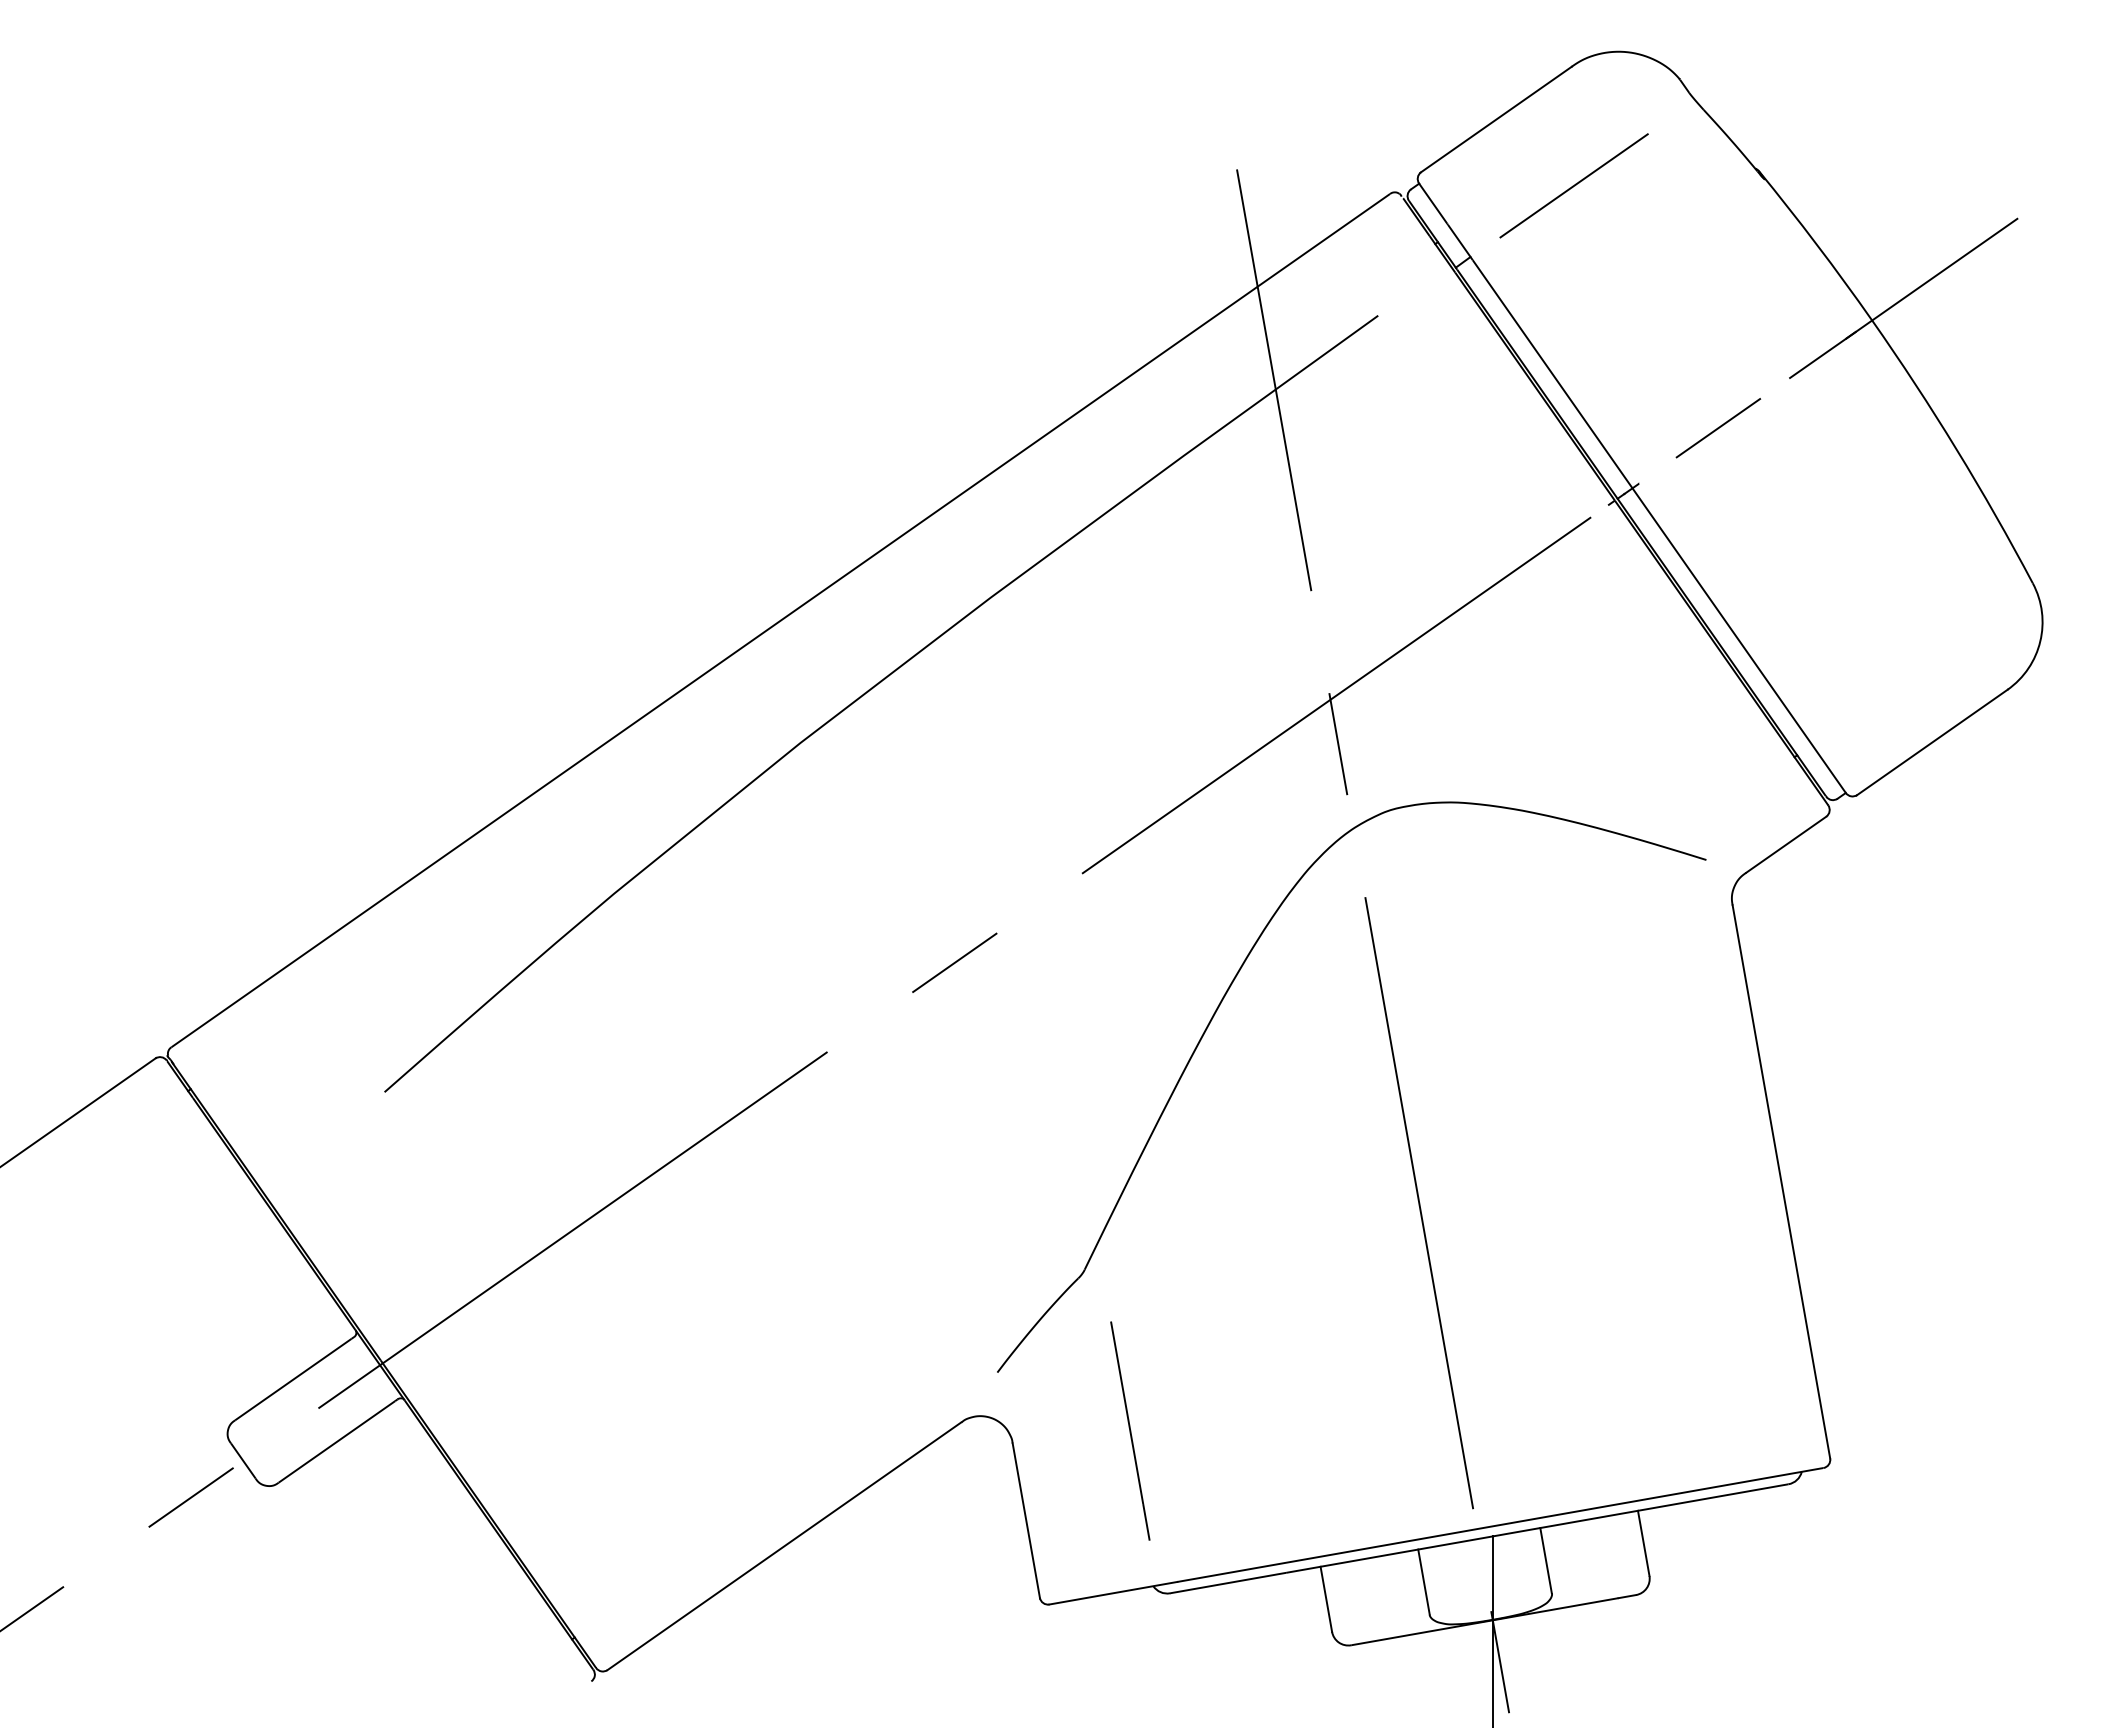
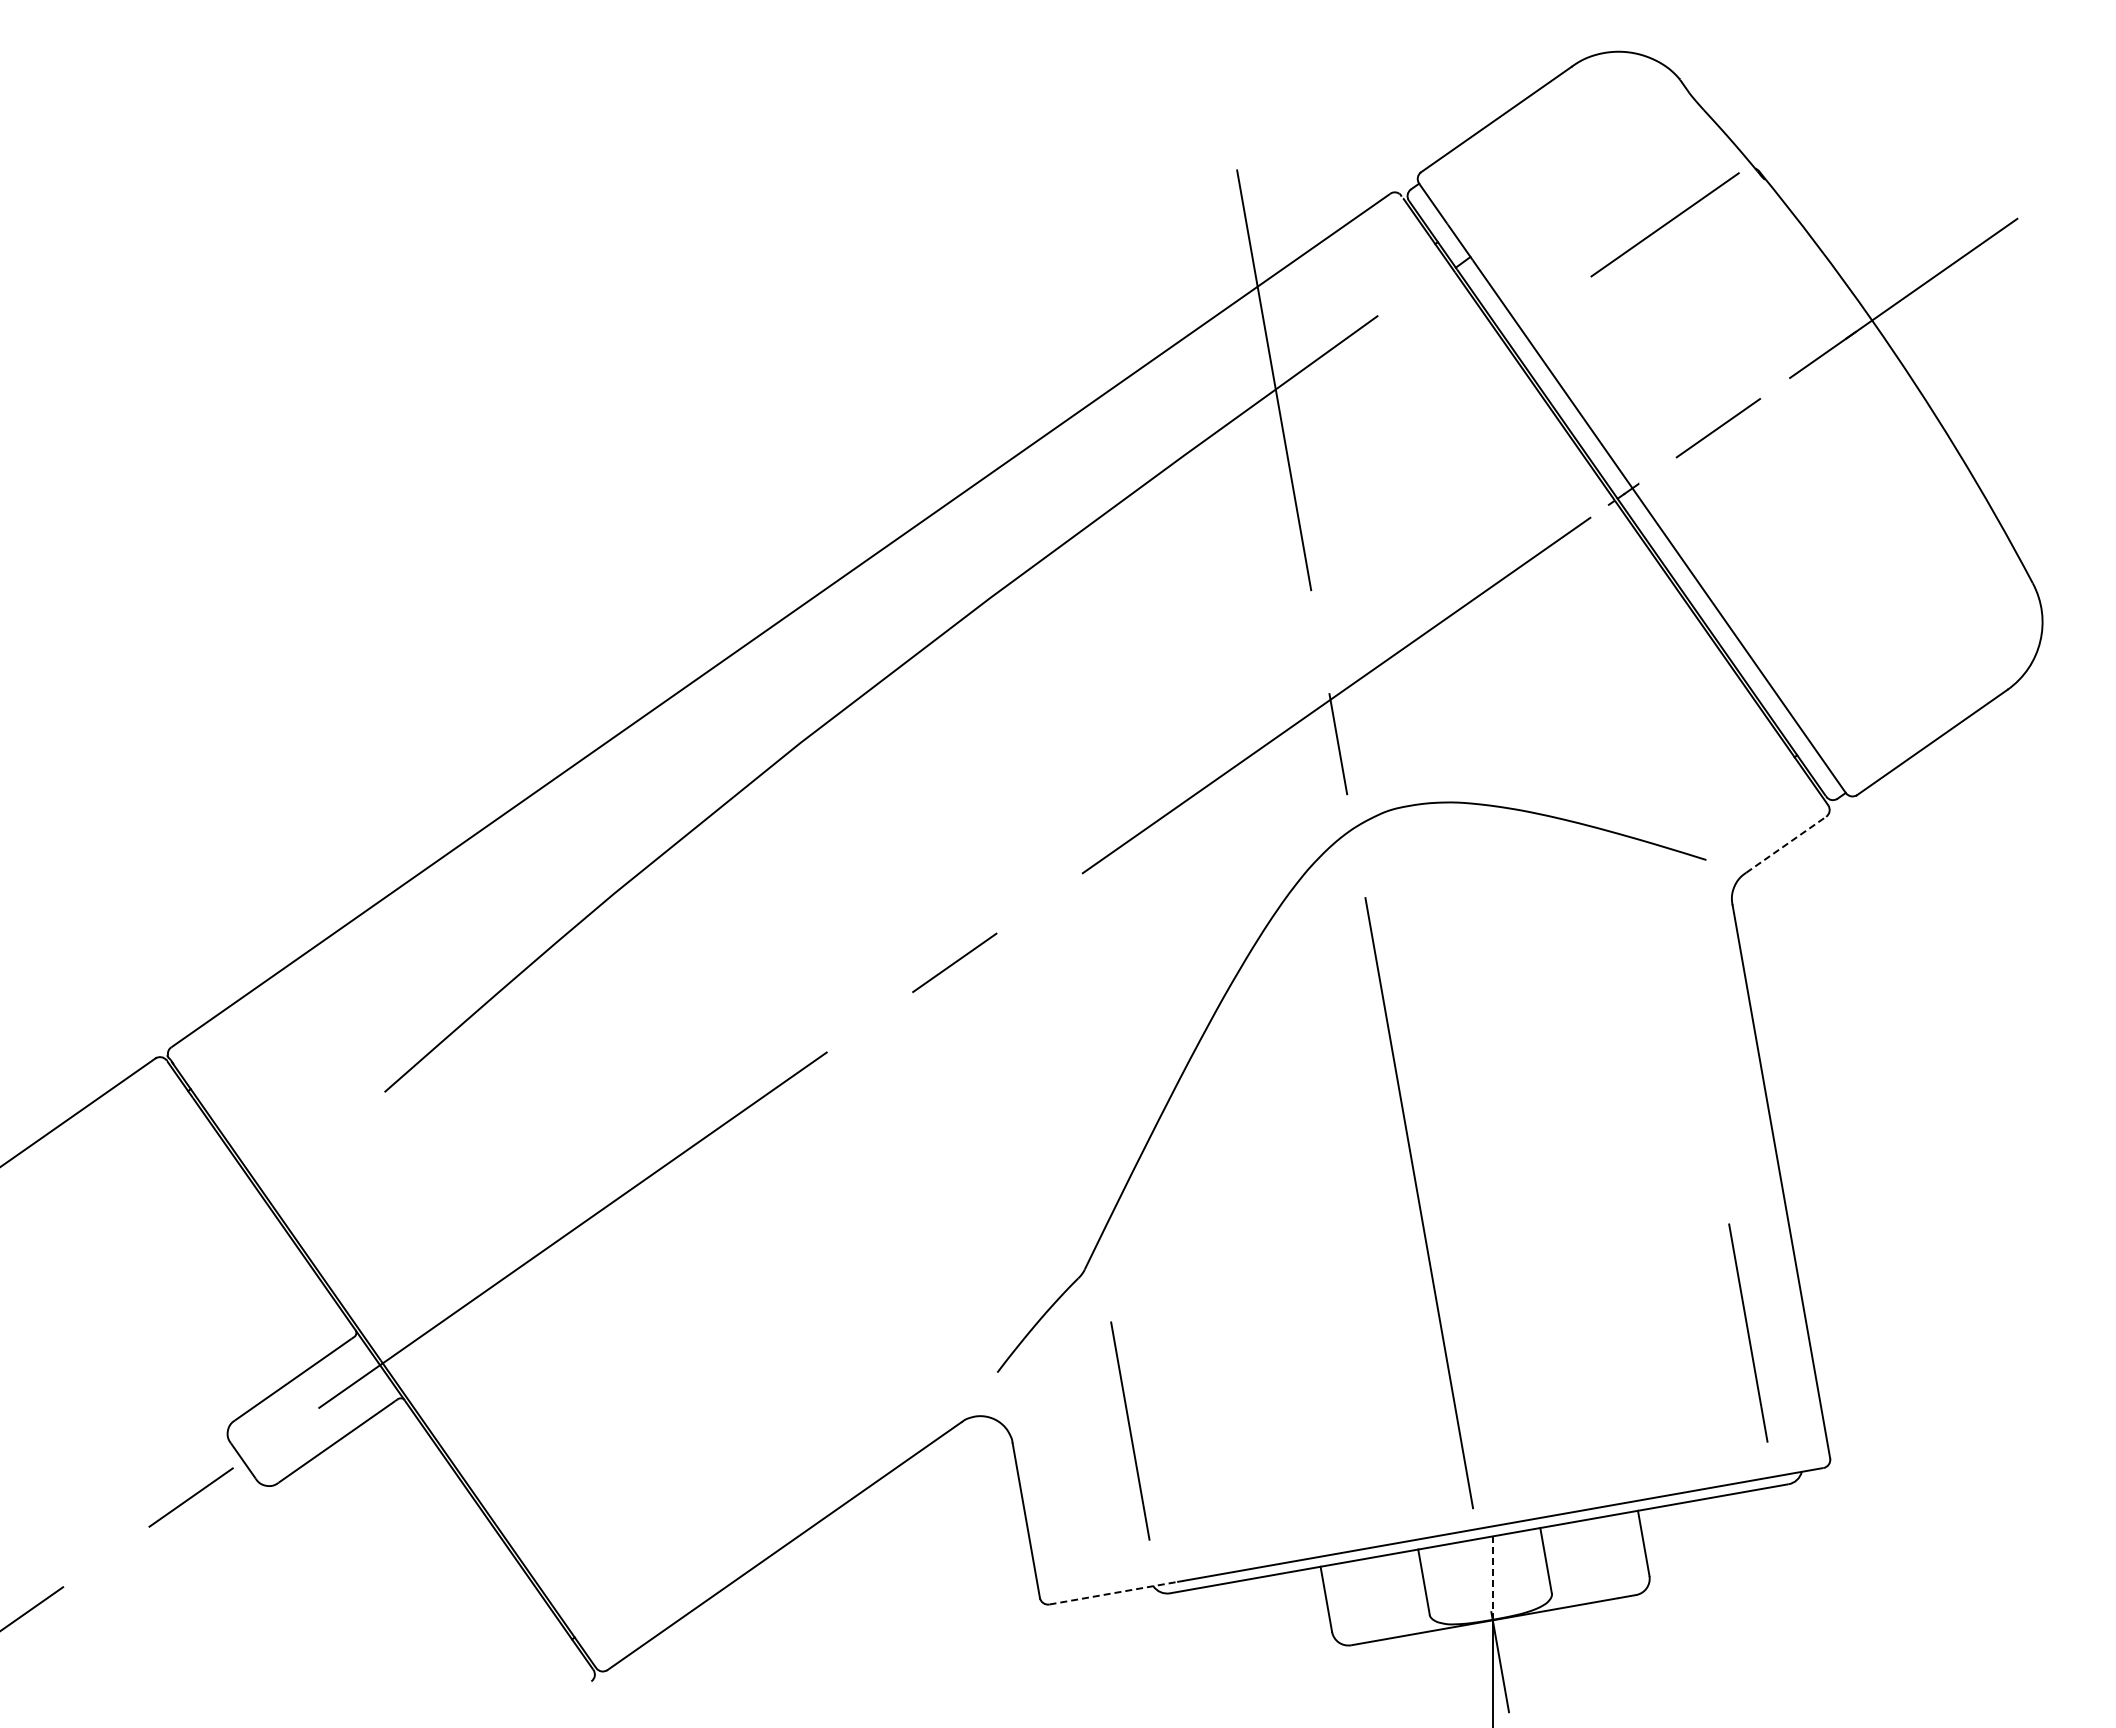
line at (1573, 185) position: (1573, 185) -> (1664, 224)
line at (1786, 844): solid -> dashed
line at (1748, 1332): none -> present
line at (1492, 1578): solid -> dashed
line at (1113, 1593): solid -> dashed
